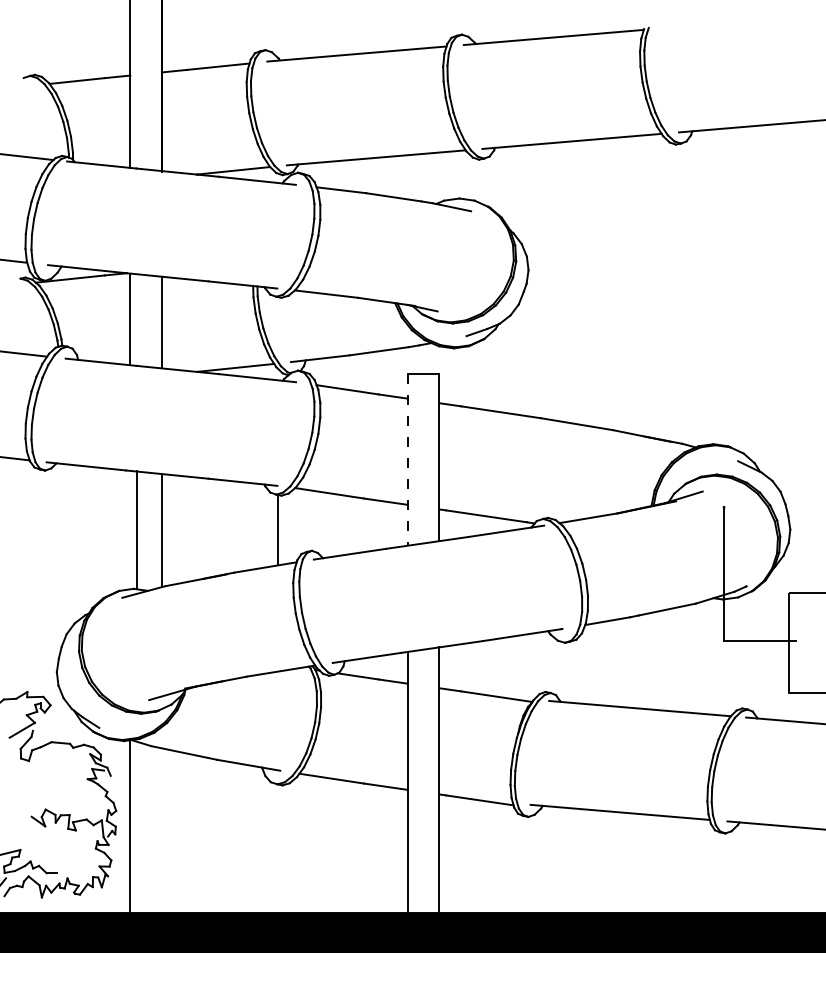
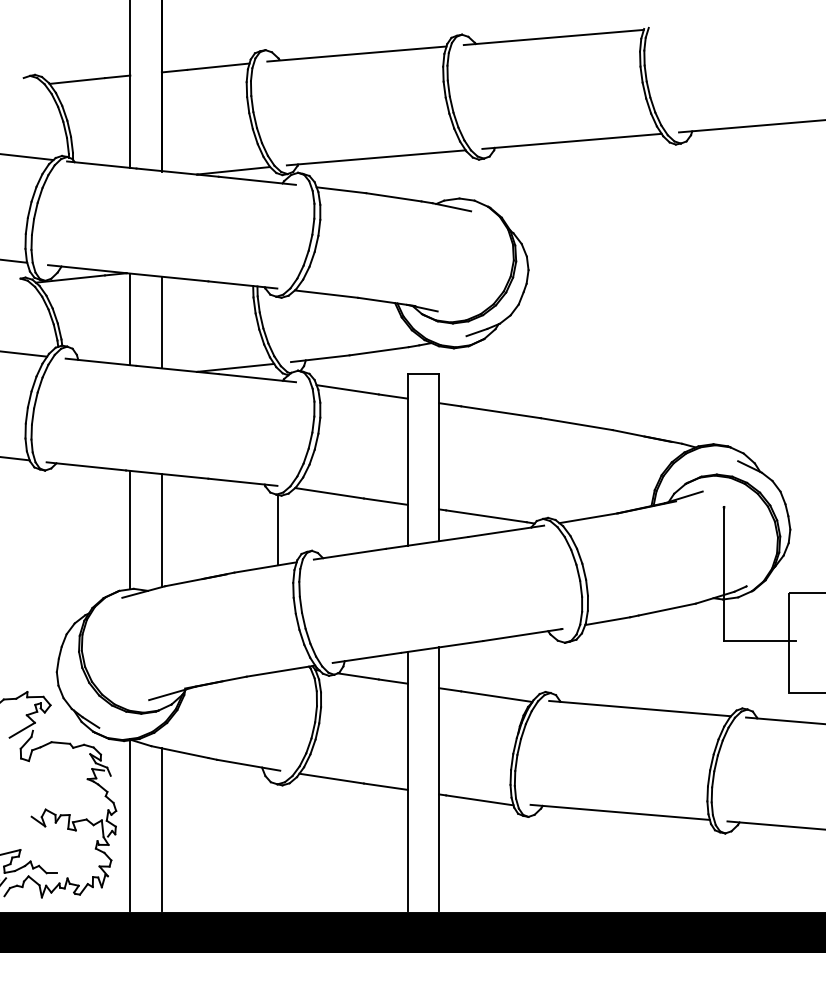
line at (407, 460): dashed -> solid
line at (137, 529) position: (137, 529) -> (130, 529)
line at (161, 829): none -> present
